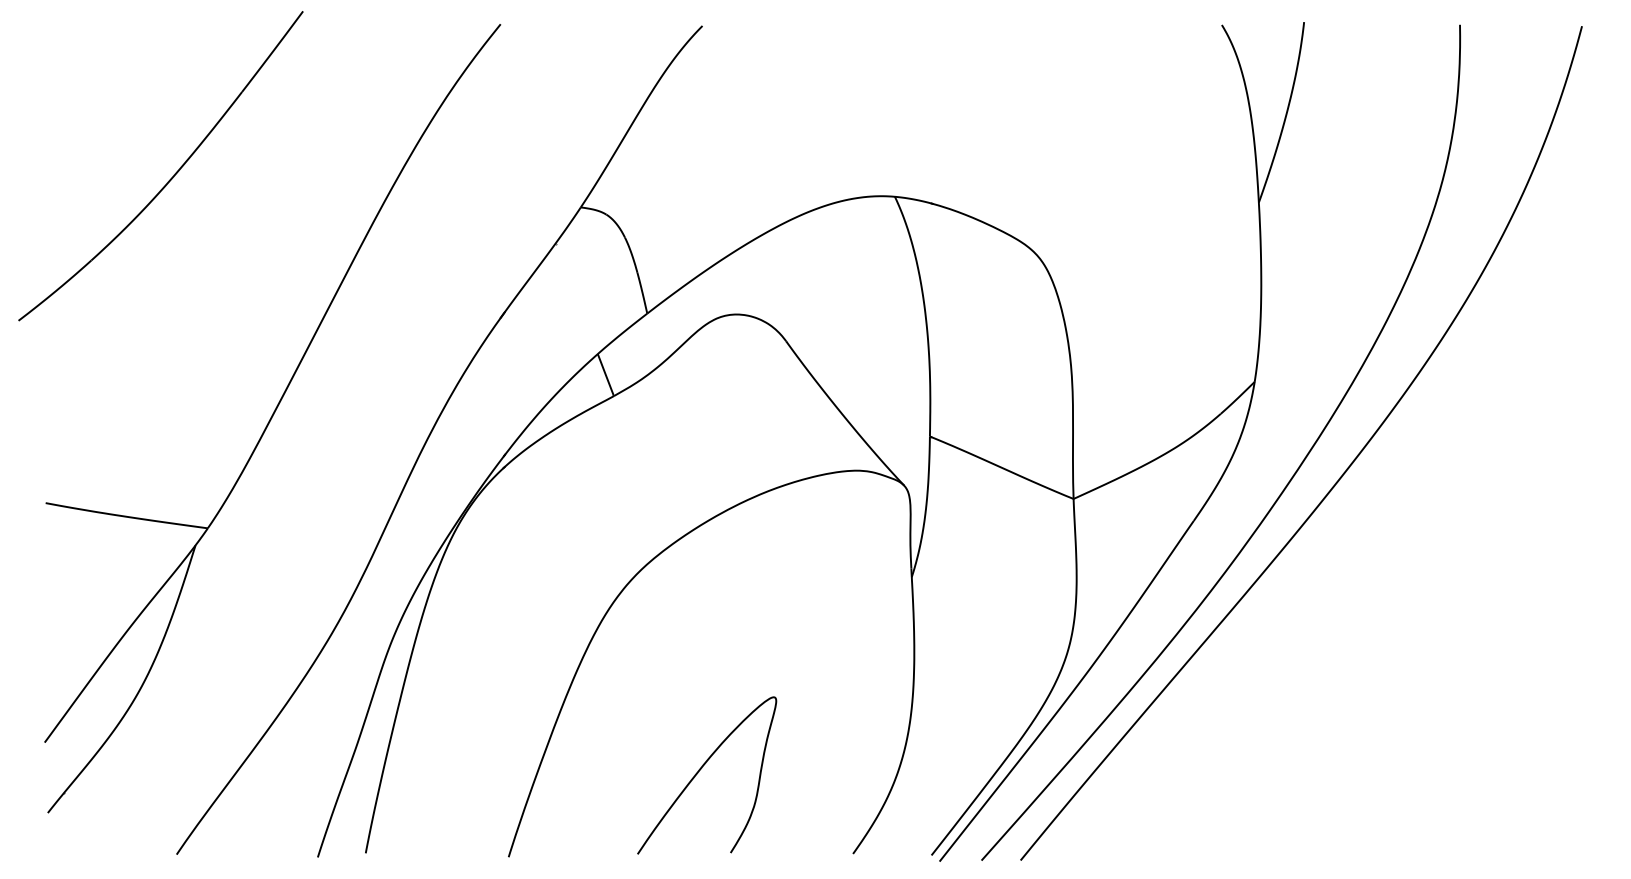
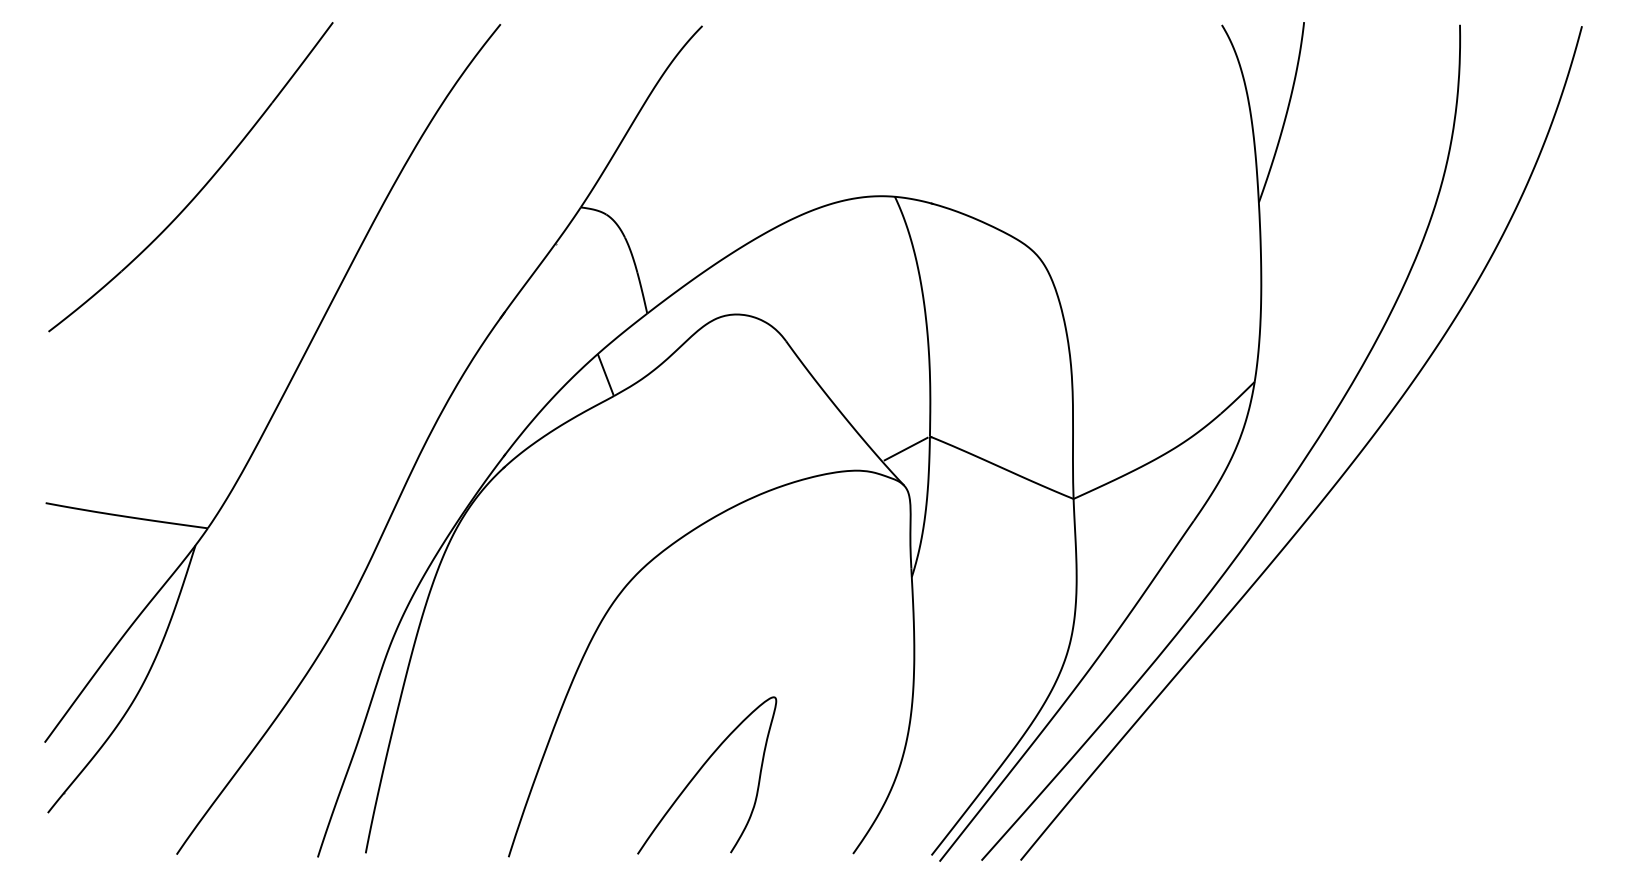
part at (171, 177) position: (171, 177) -> (201, 188)
line at (905, 448): none -> present
